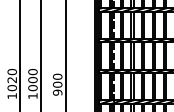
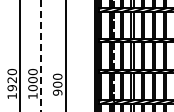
line at (41, 56): solid -> dashed
text at (11, 88): 1020 -> 1920
